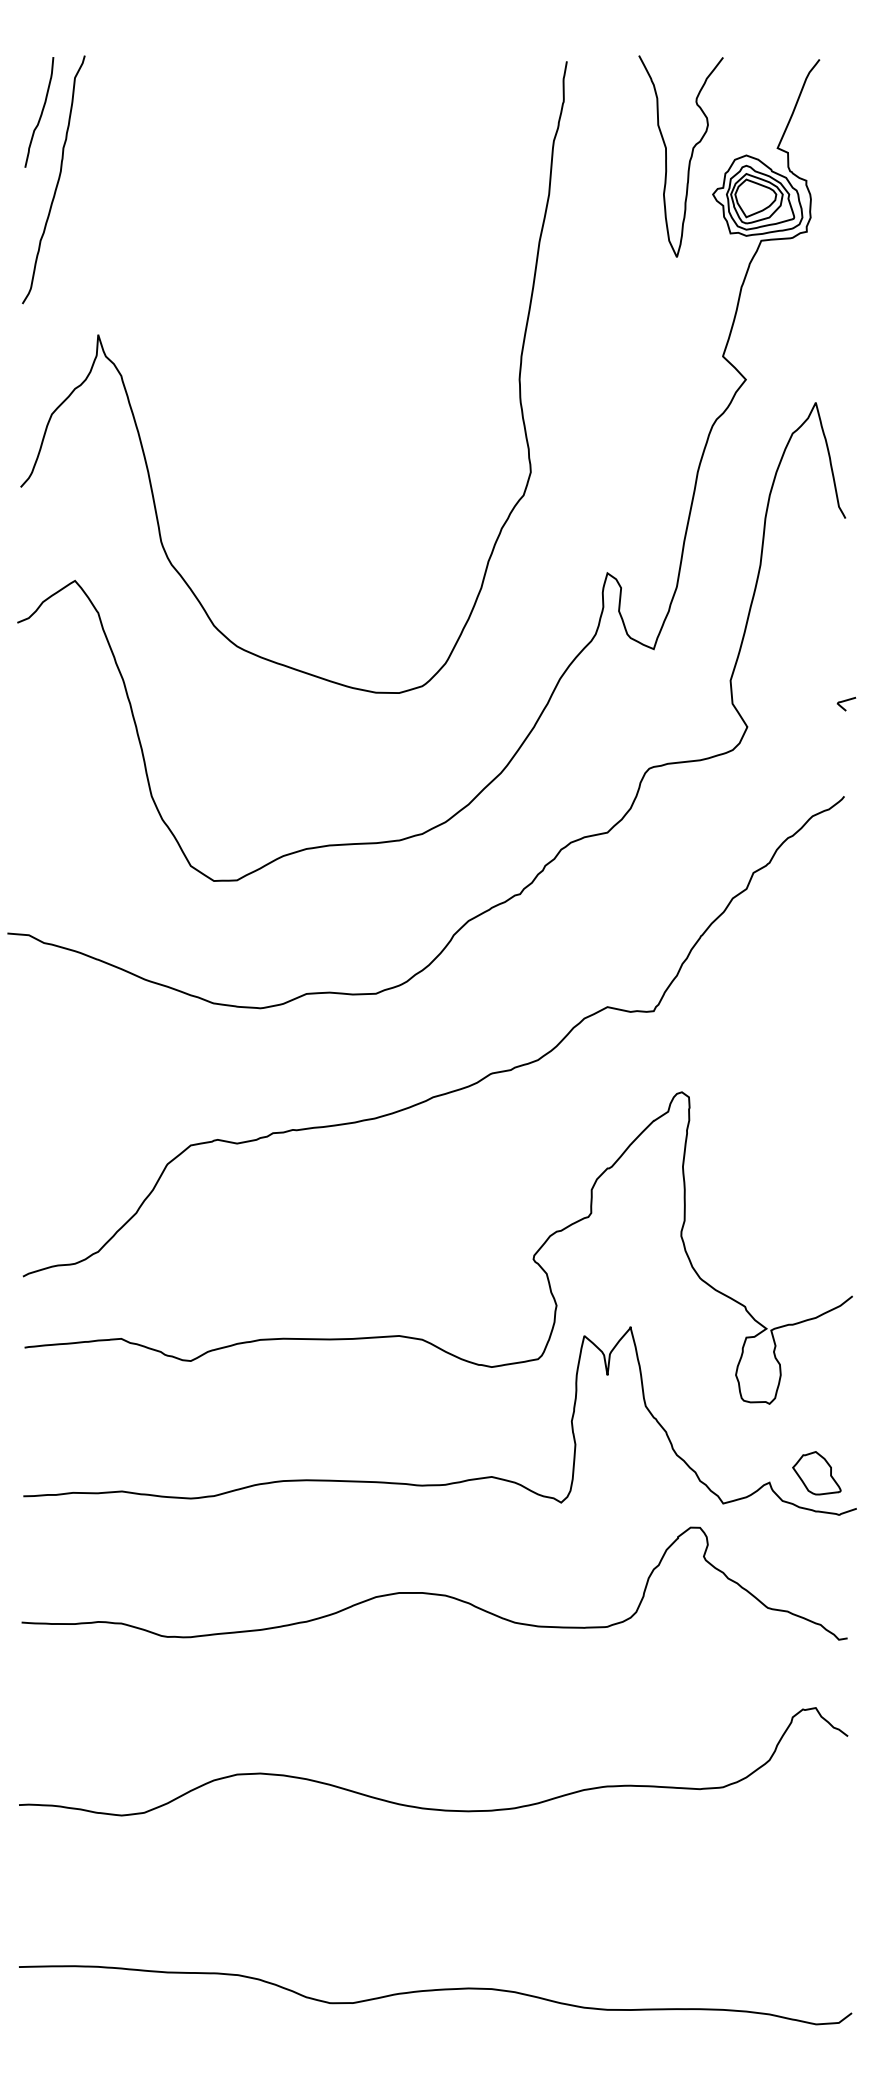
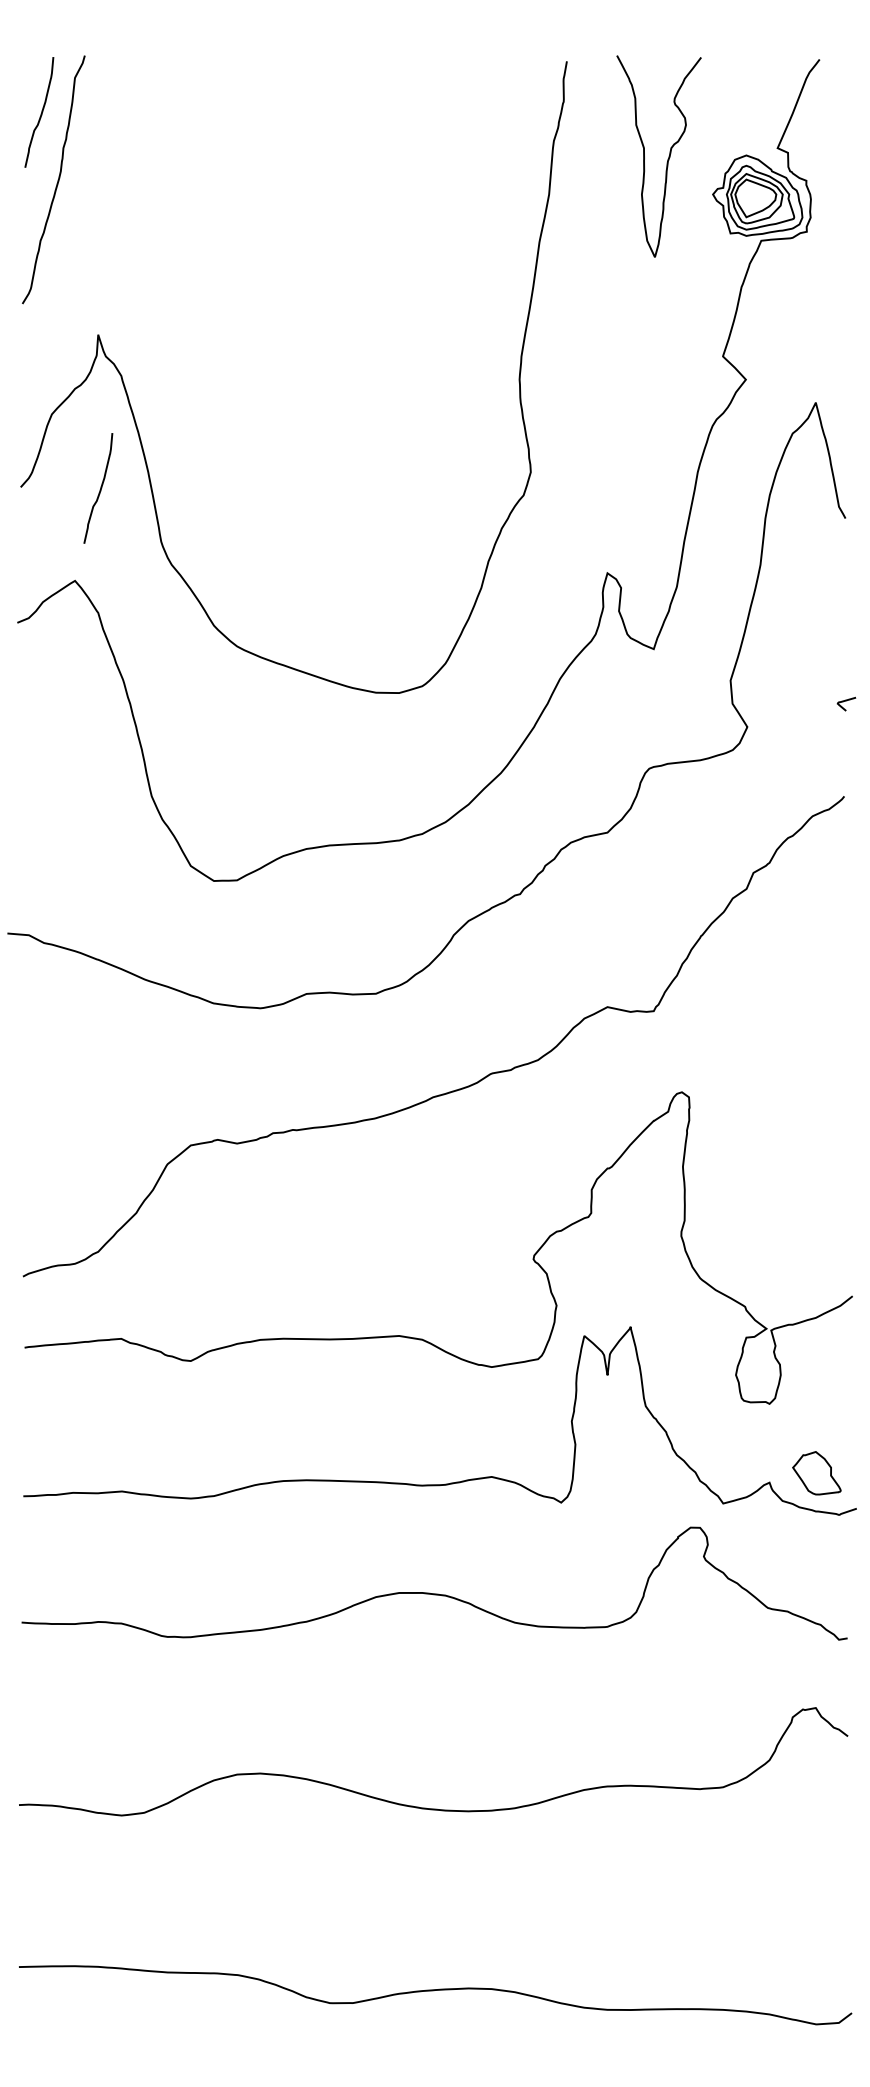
curve at (689, 159) position: (689, 159) -> (667, 159)
curve at (99, 489): none -> present
